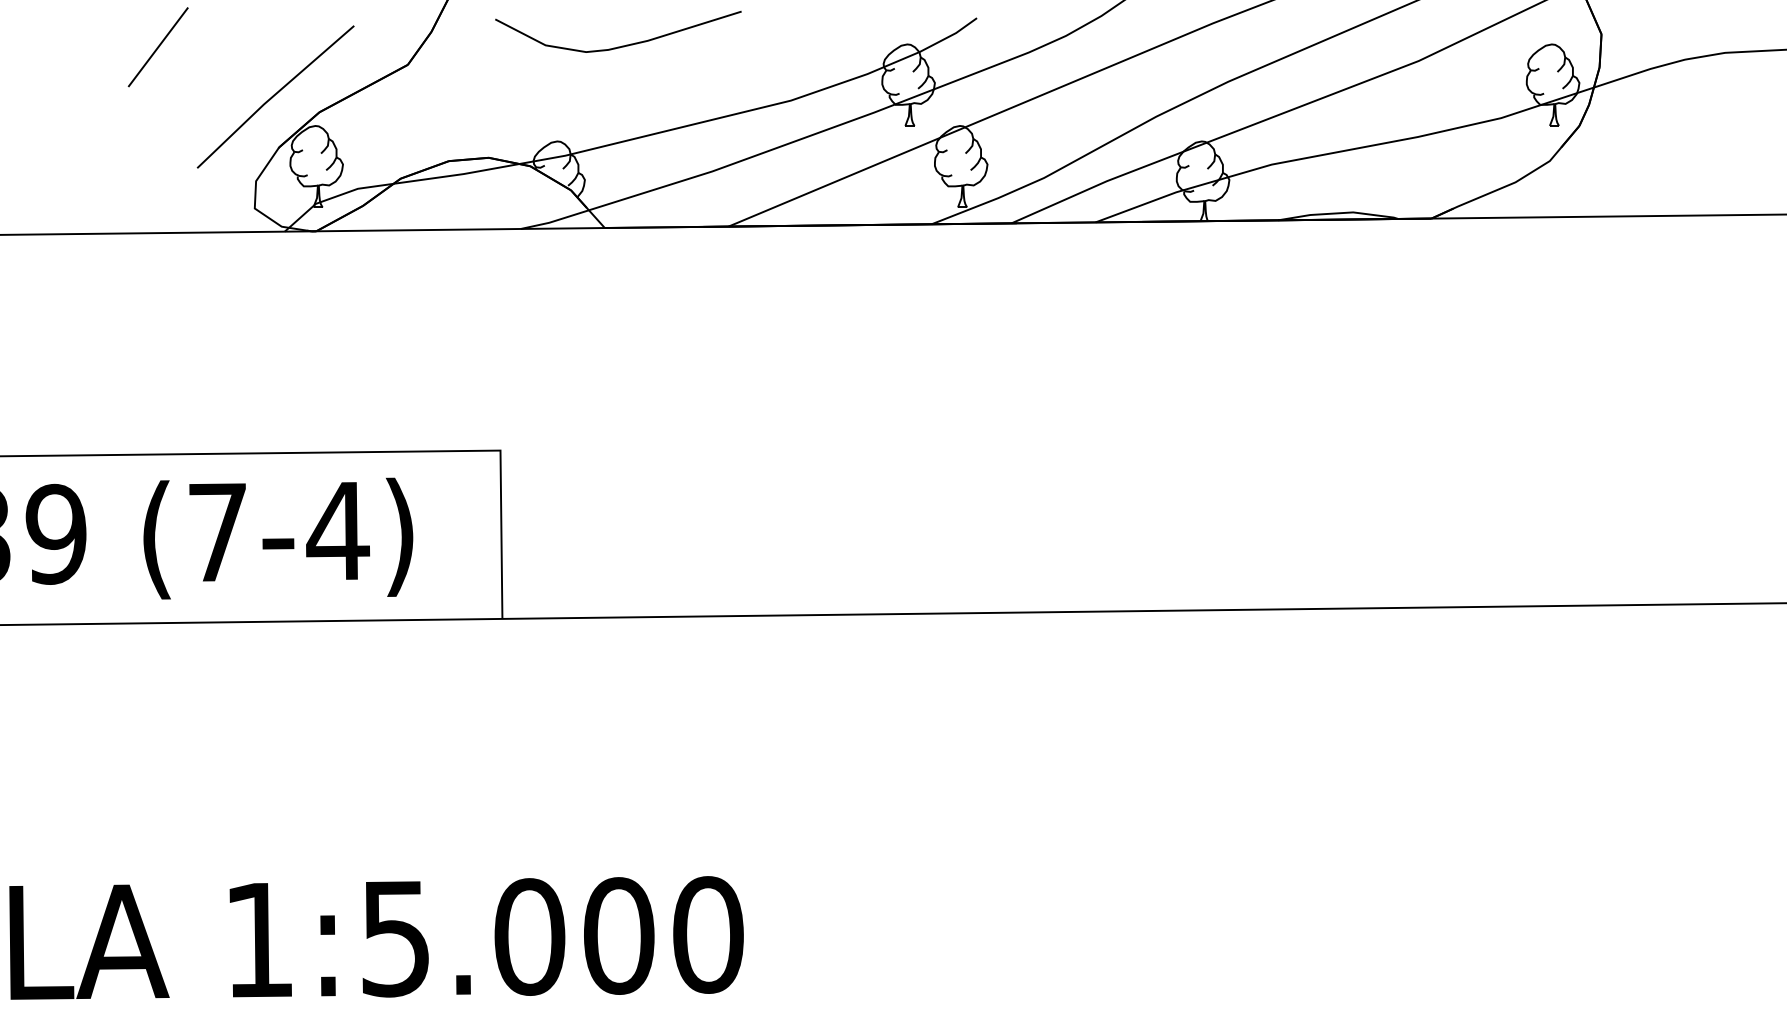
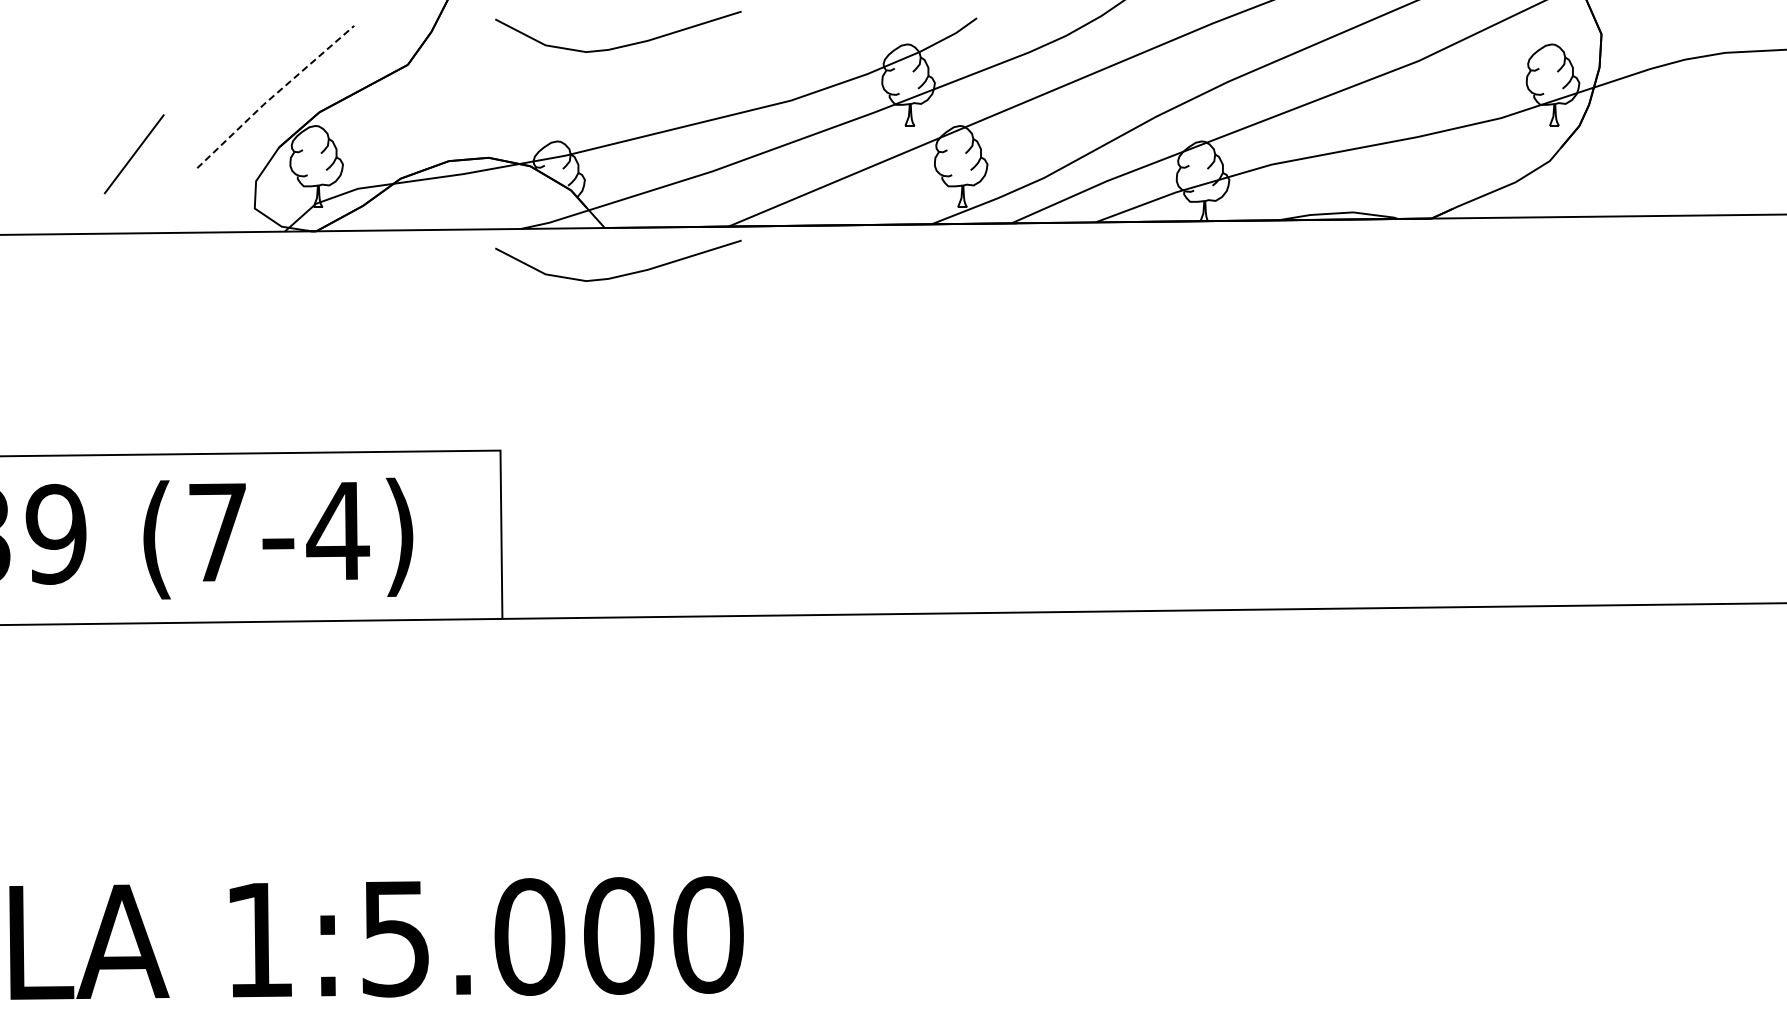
line at (157, 47) position: (157, 47) -> (133, 154)
line at (273, 96): solid -> dashed
curve at (622, 274): none -> present
